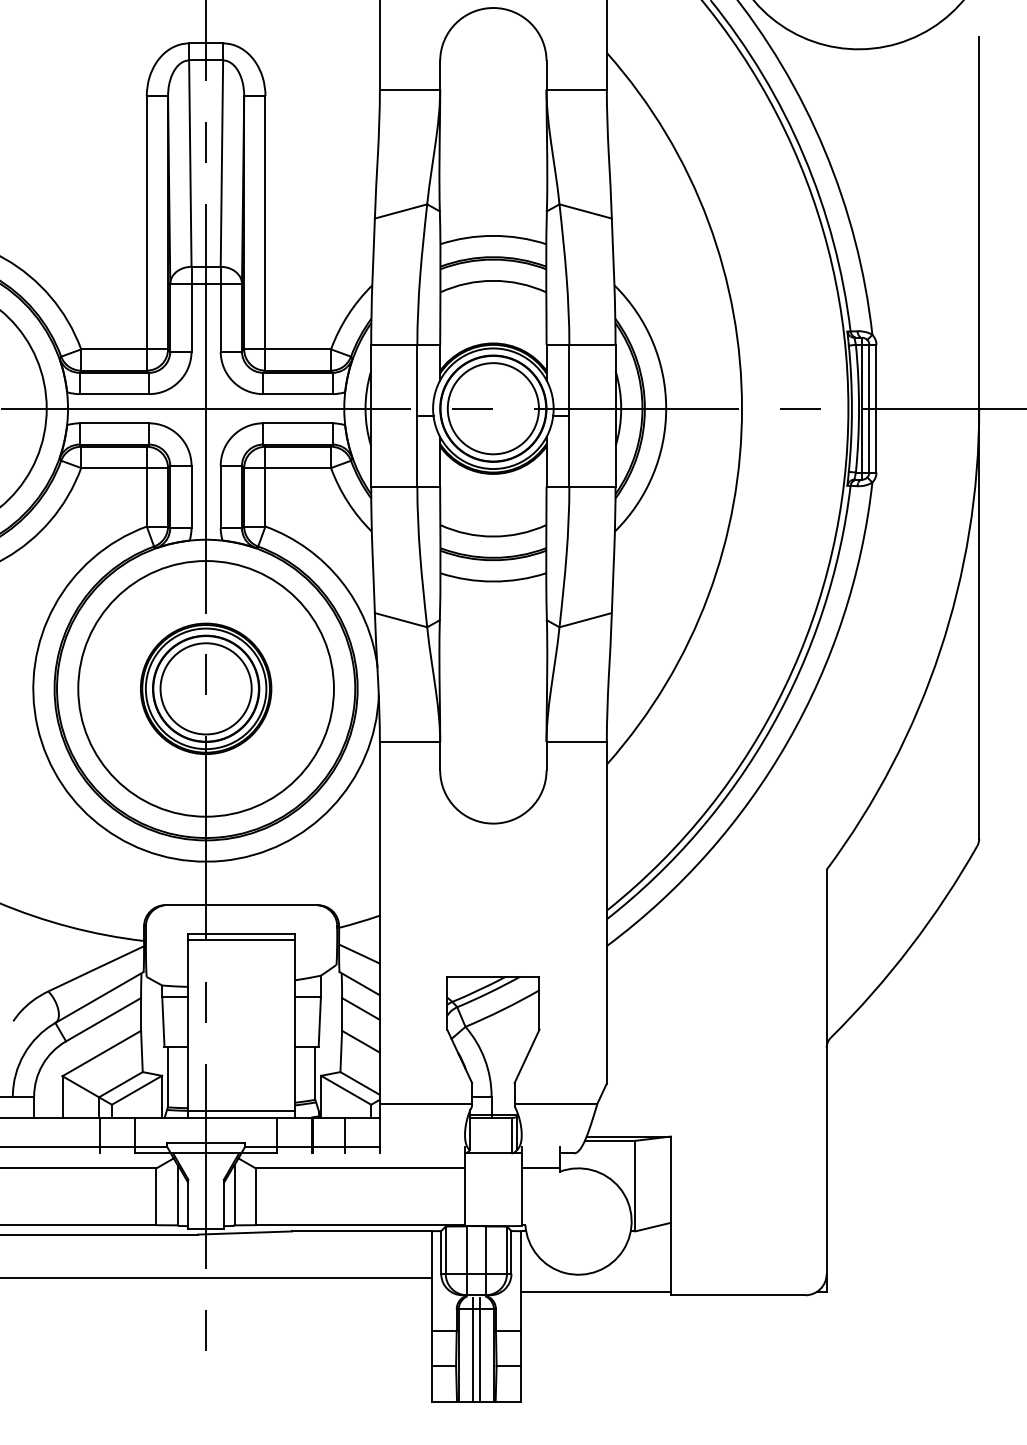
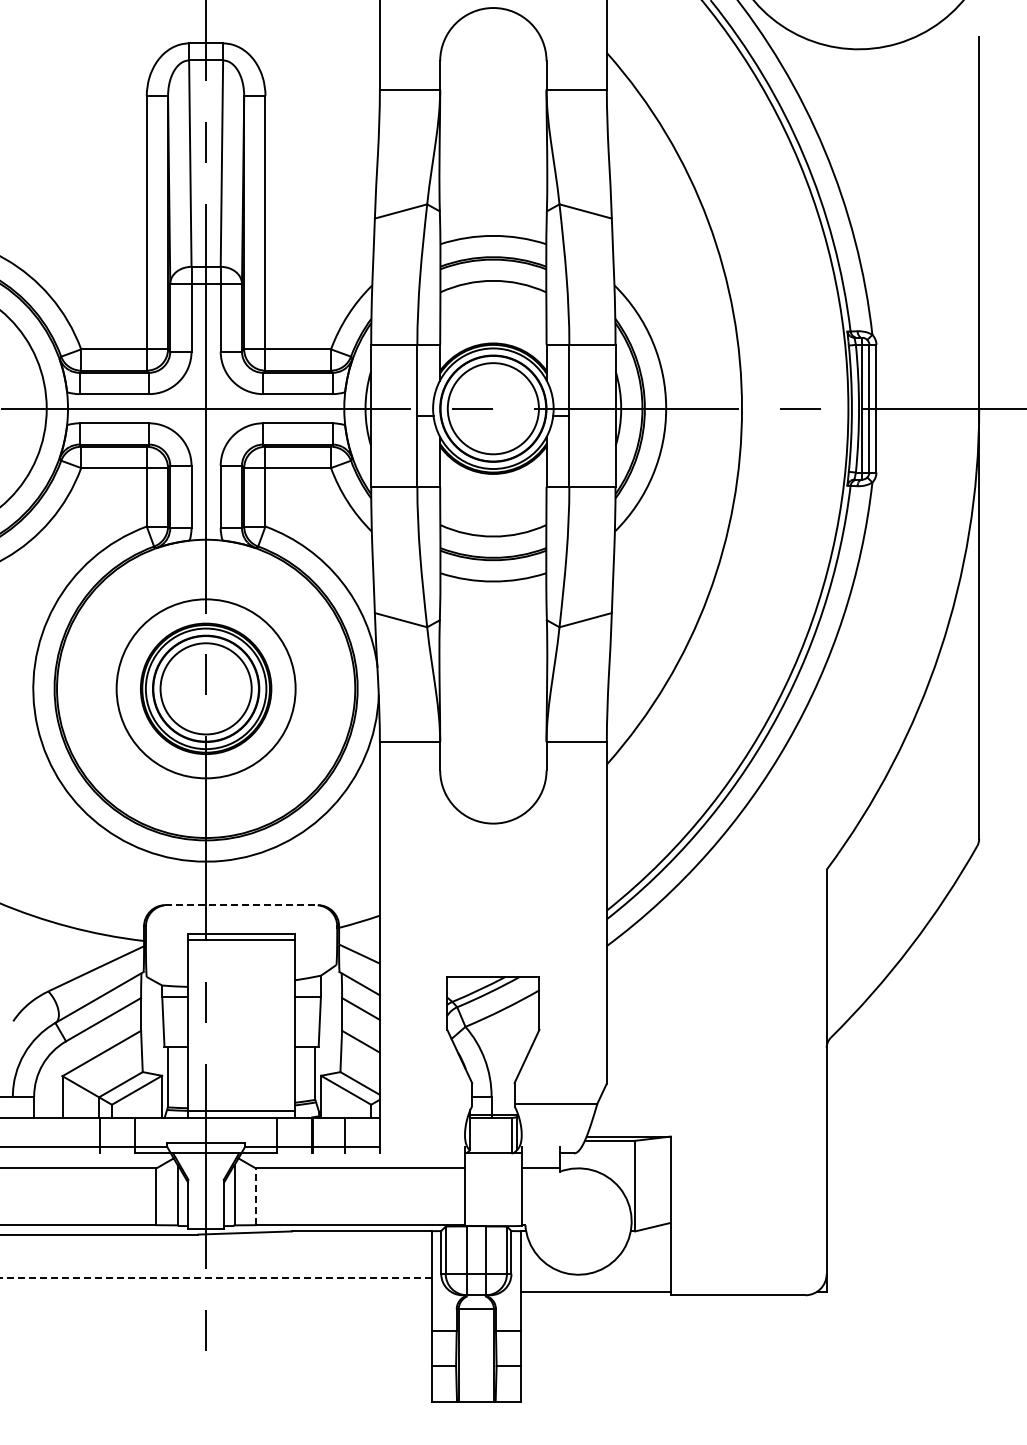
circle at (205, 688) diameter: 256 px -> 179 px
line at (242, 905): solid -> dashed
line at (425, 1103): present -> none
line at (255, 1196): solid -> dashed
line at (216, 1277): solid -> dashed
line at (472, 1349): present -> none
line at (479, 1349): present -> none
